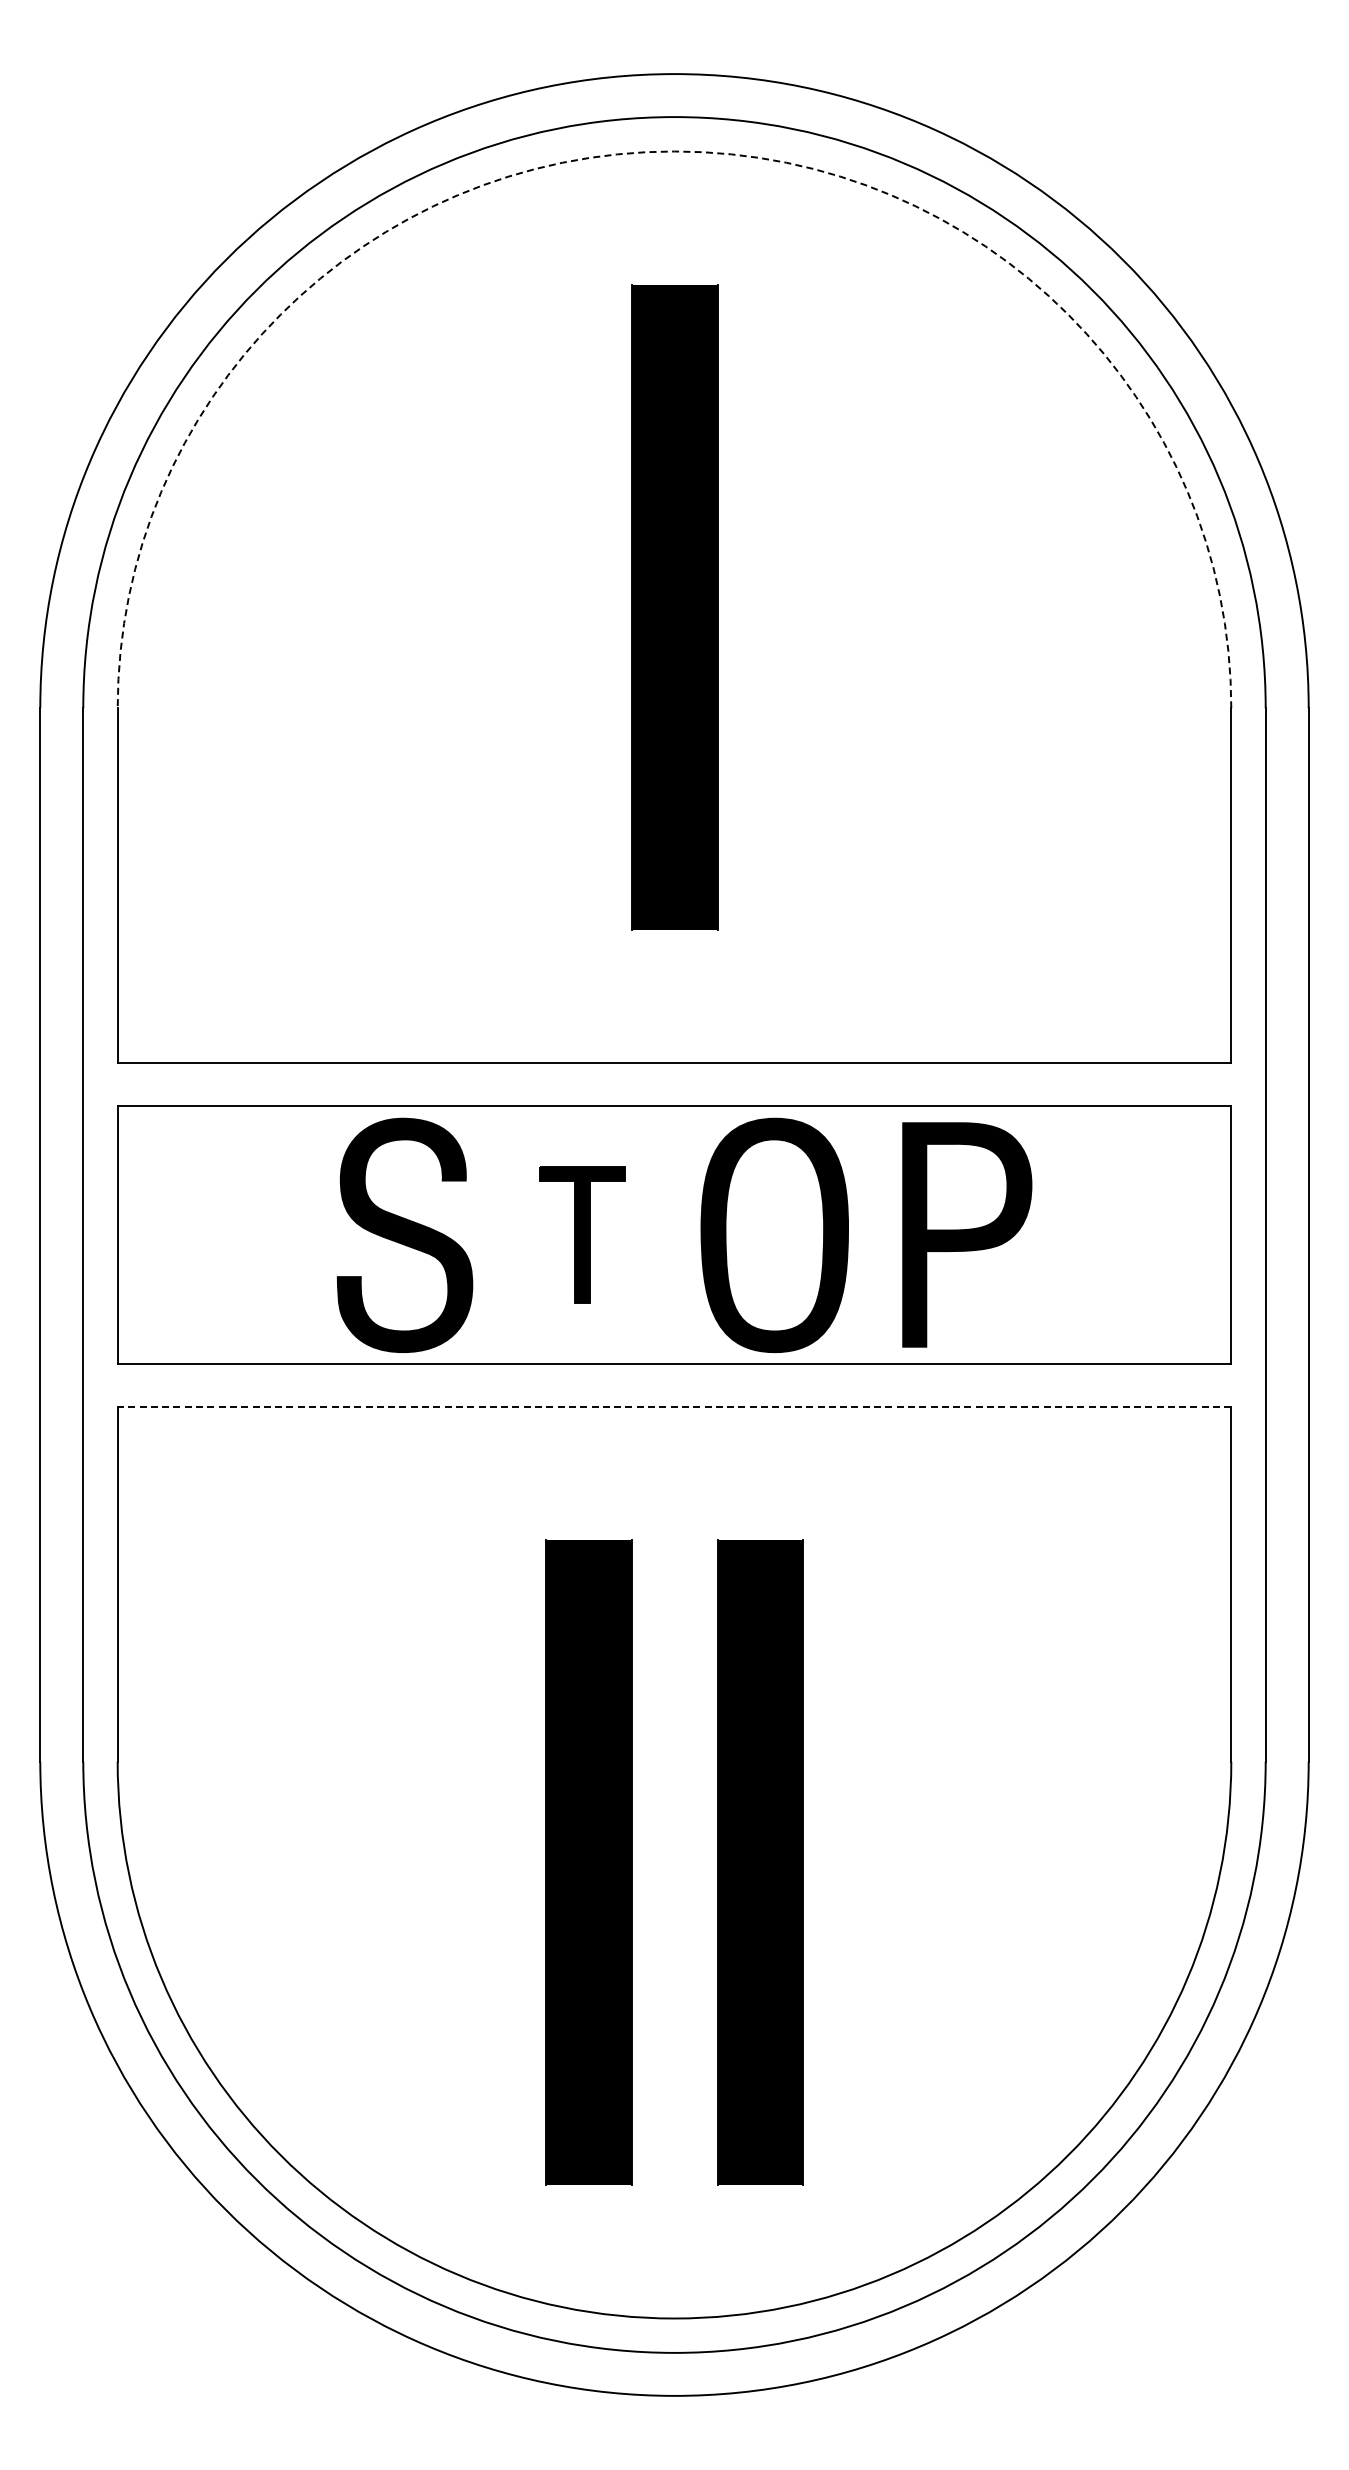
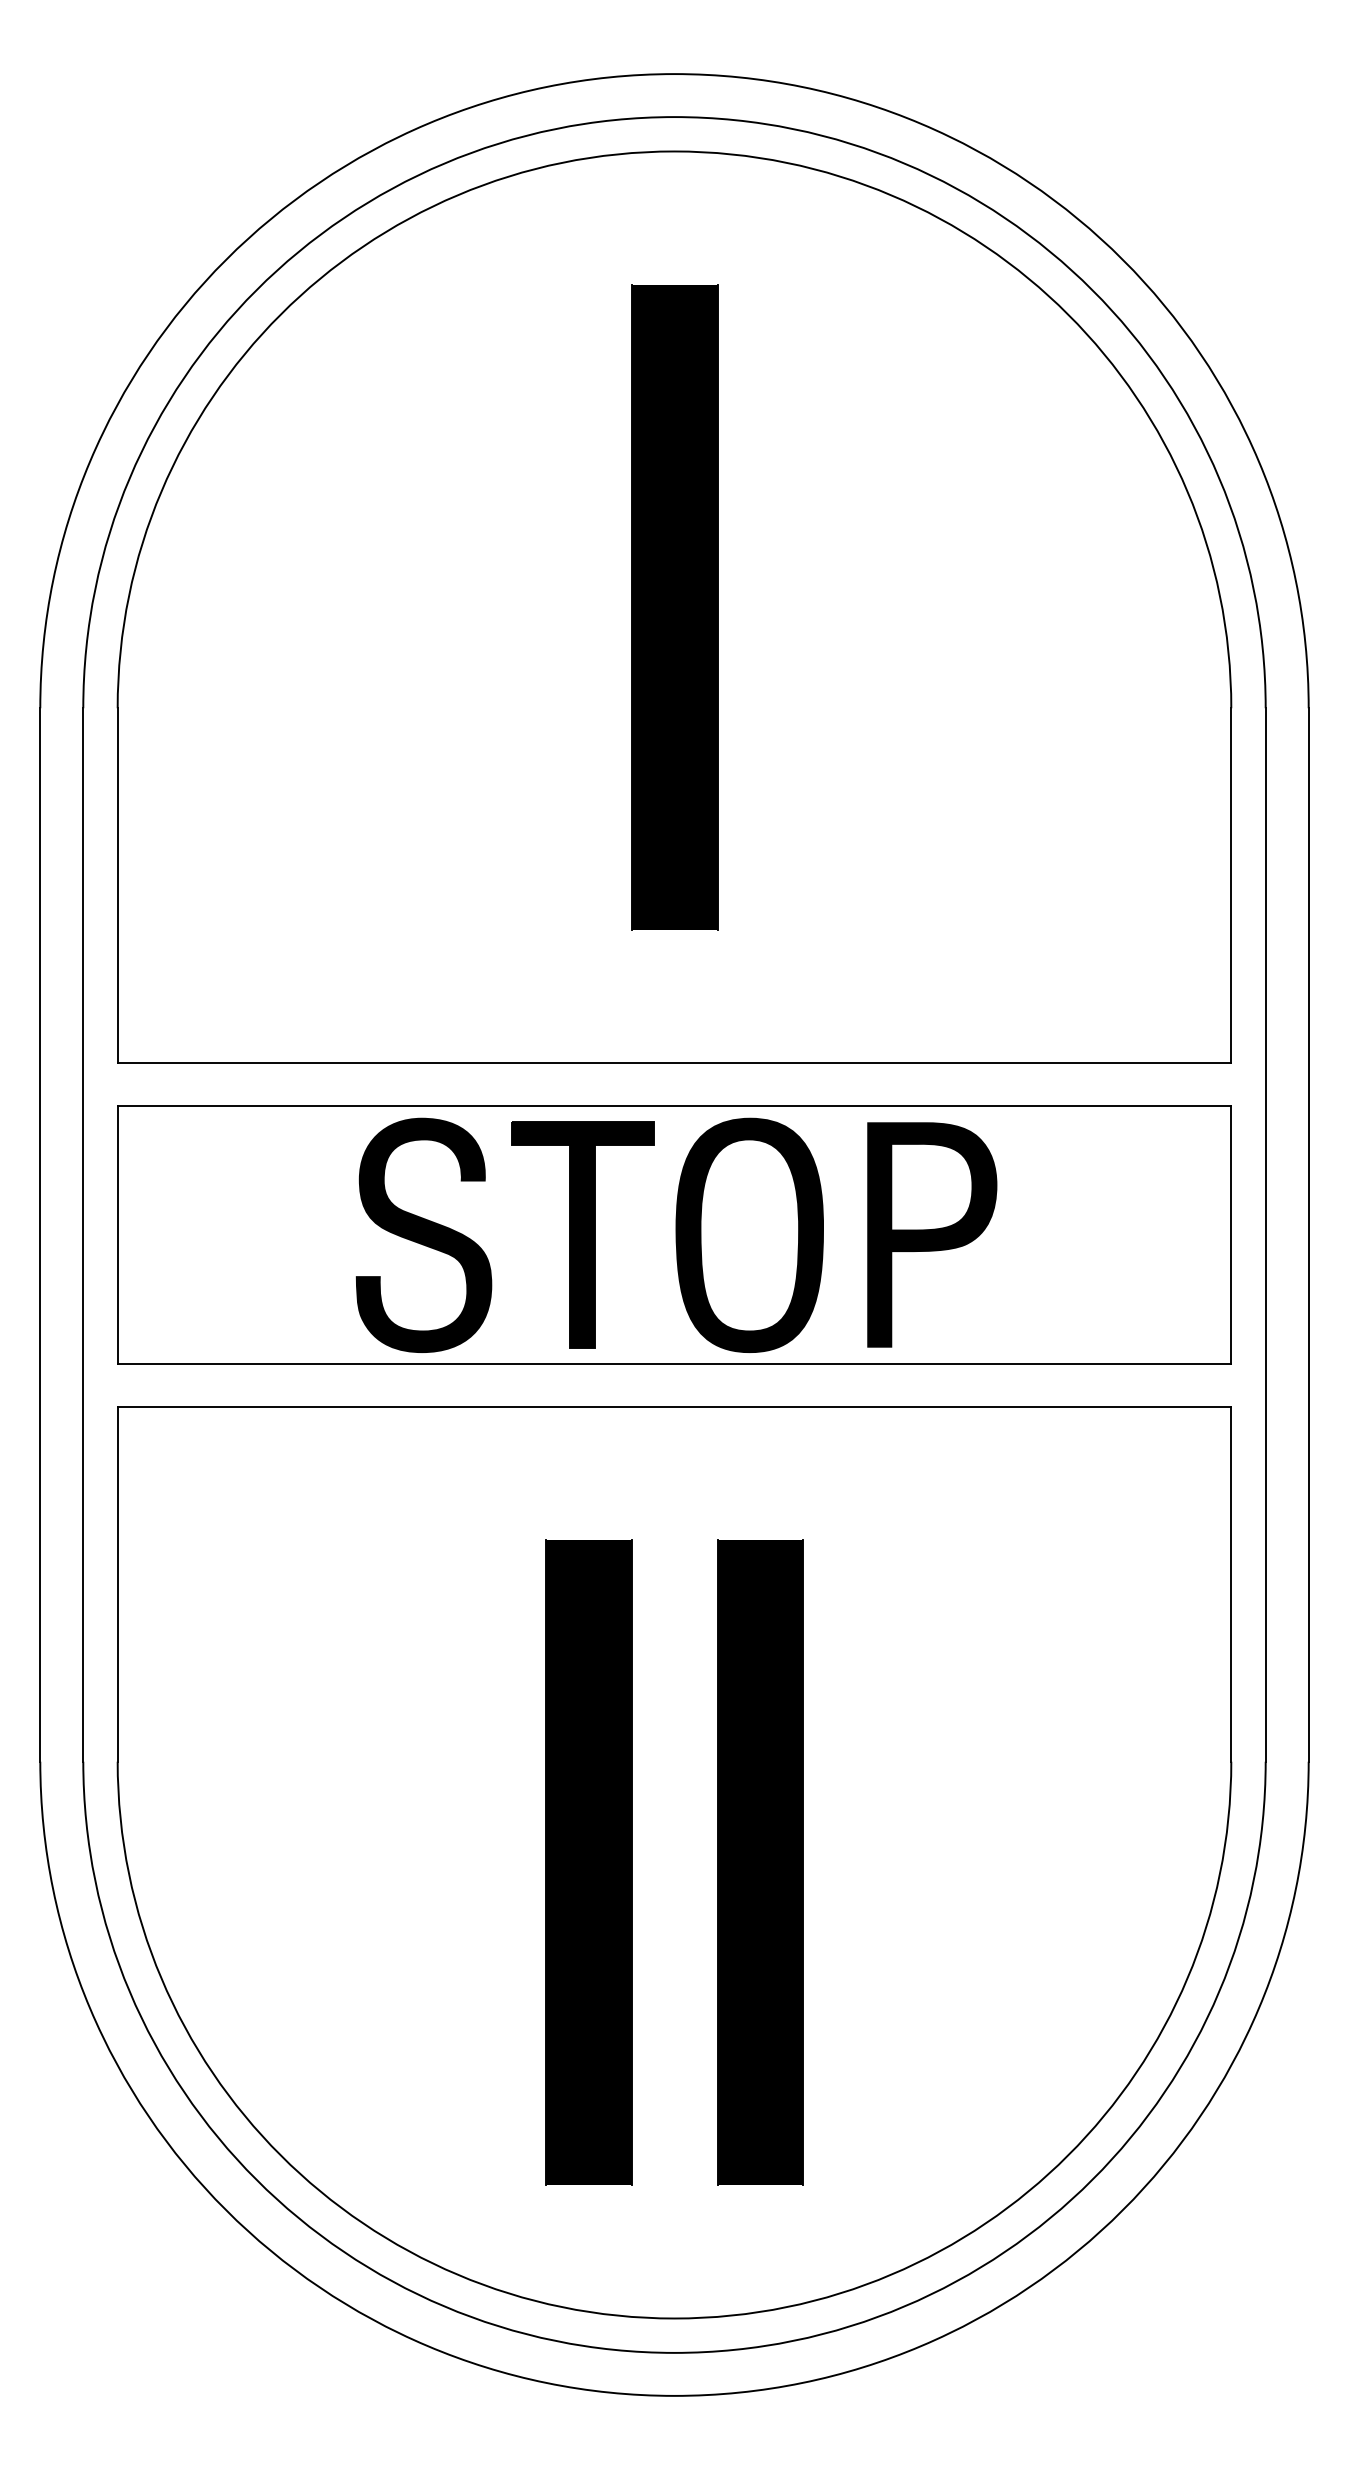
arc at (674, 151): dashed -> solid
part at (404, 1234) position: (404, 1234) -> (423, 1234)
part at (582, 1234) size: 87x138 px -> 144x228 px
part at (774, 1234) position: (774, 1234) -> (749, 1234)
part at (967, 1234) position: (967, 1234) -> (932, 1234)
line at (674, 1406): dashed -> solid
